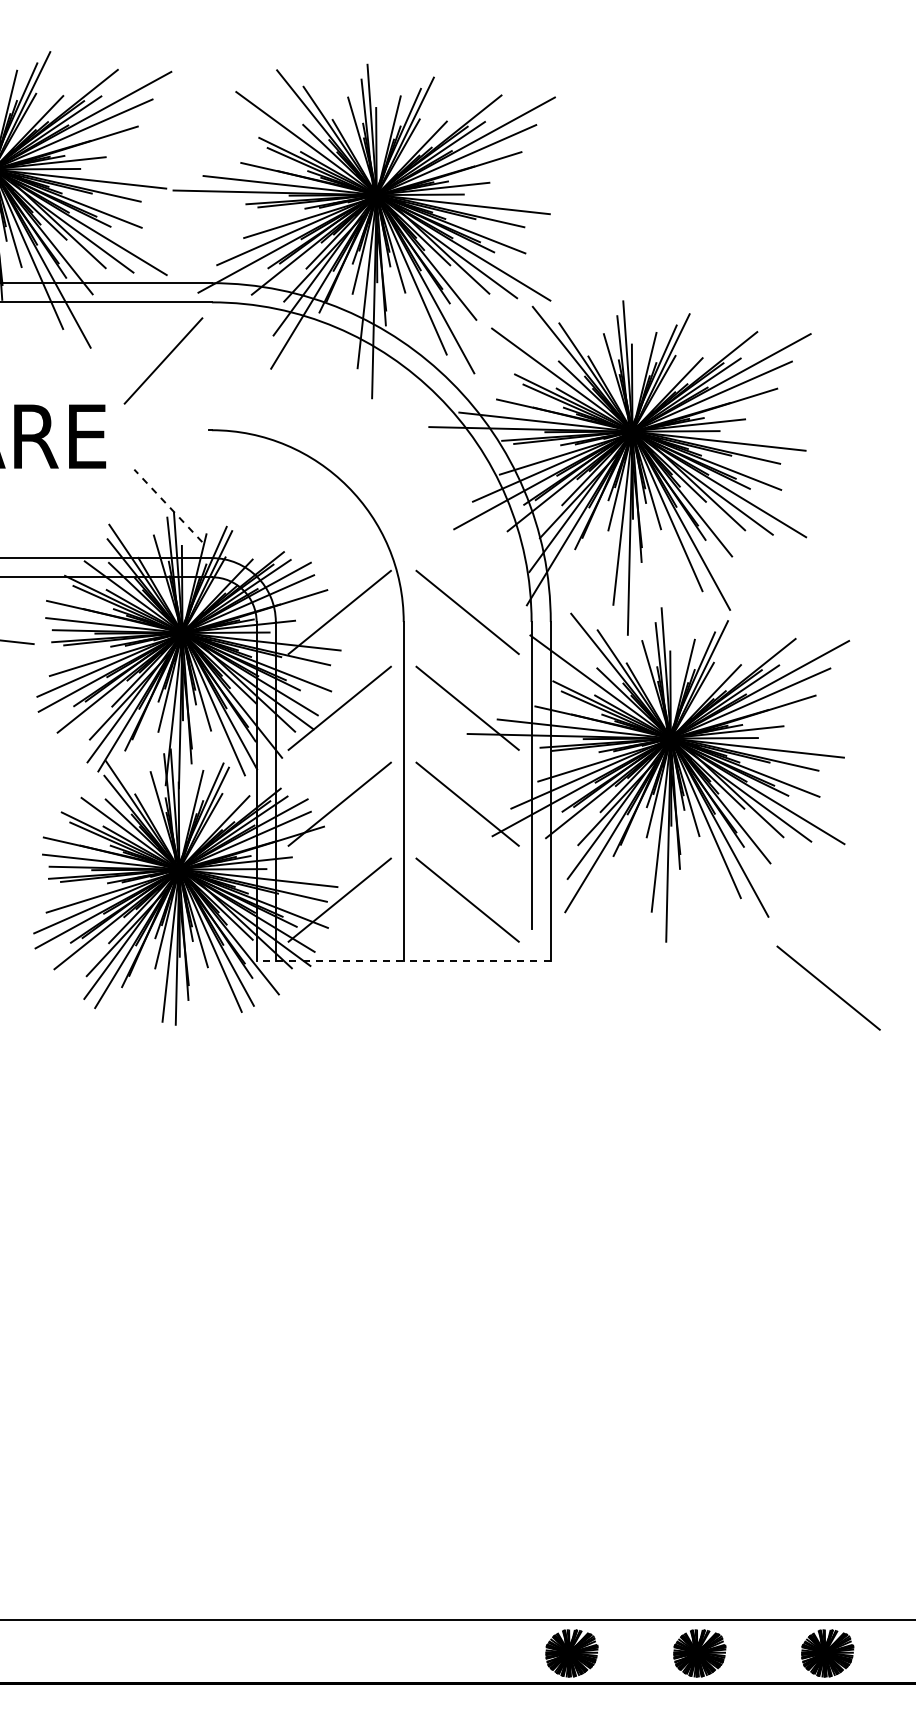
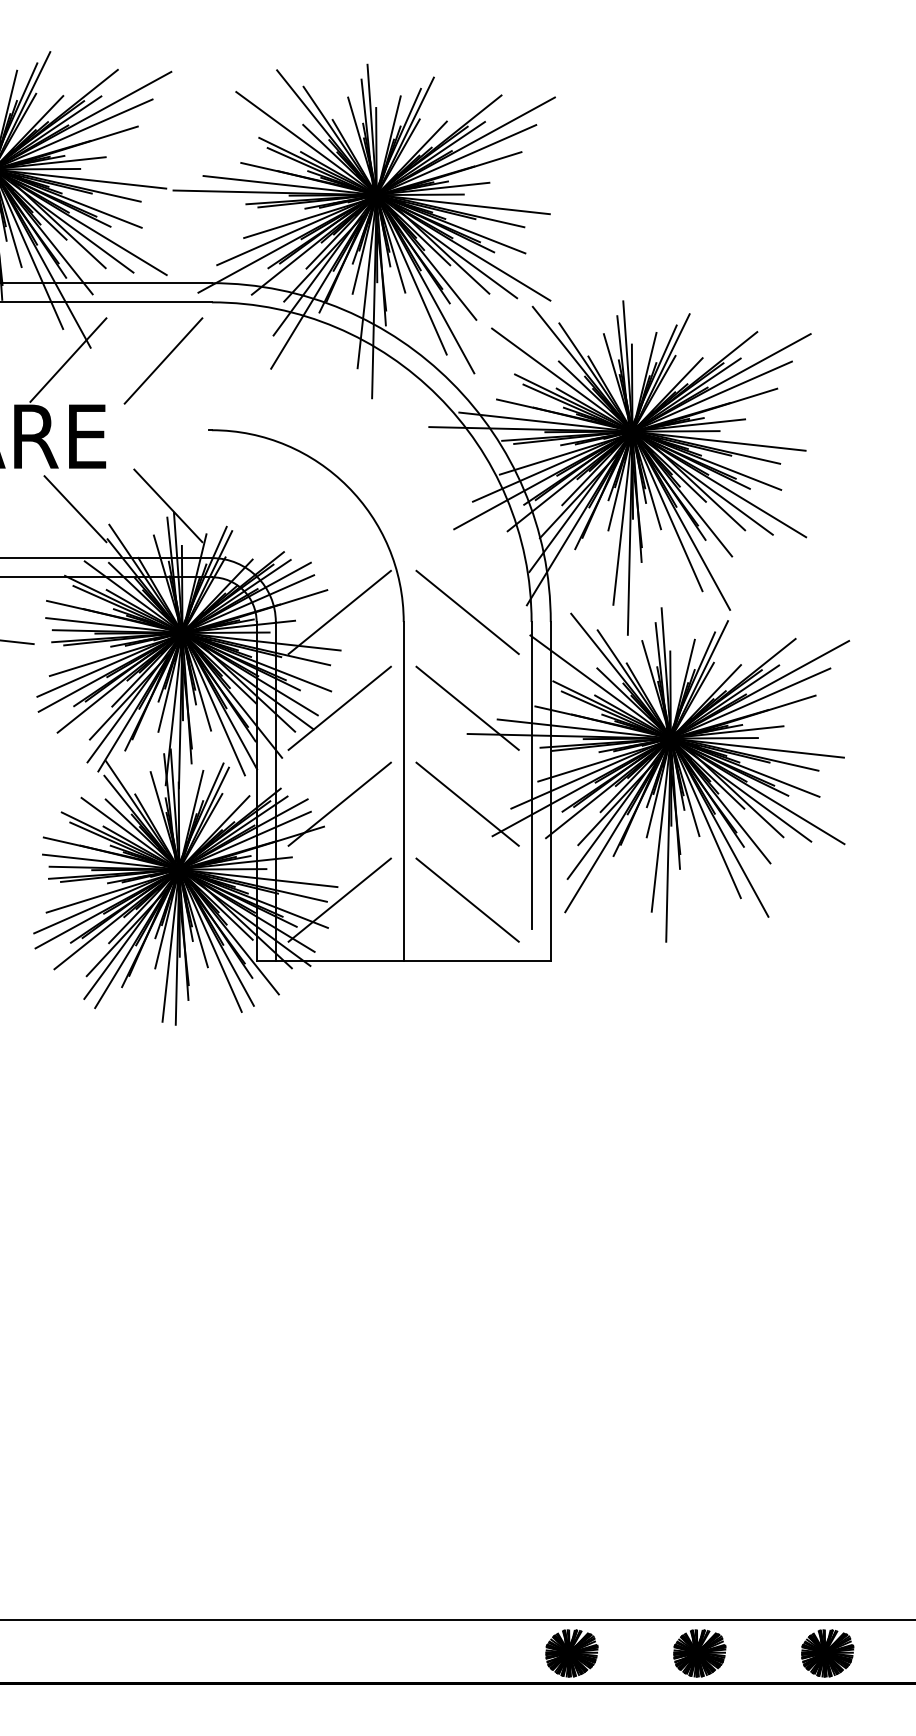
line at (68, 359): none -> present
line at (168, 505): dashed -> solid
line at (75, 509): none -> present
line at (403, 960): dashed -> solid
line at (828, 987): present -> none
